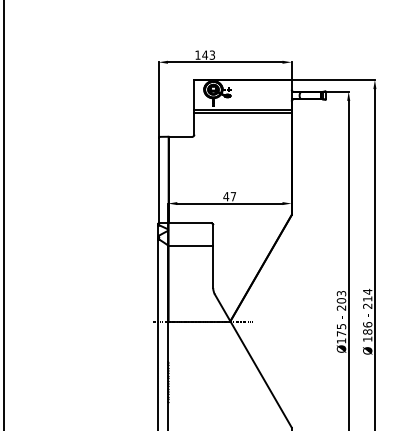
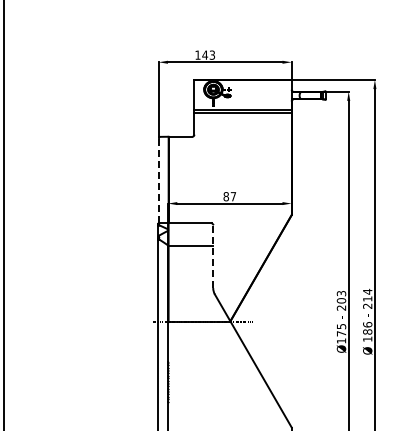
line at (158, 179): solid -> dashed
text at (226, 196): 47 -> 87
line at (213, 256): solid -> dashed
